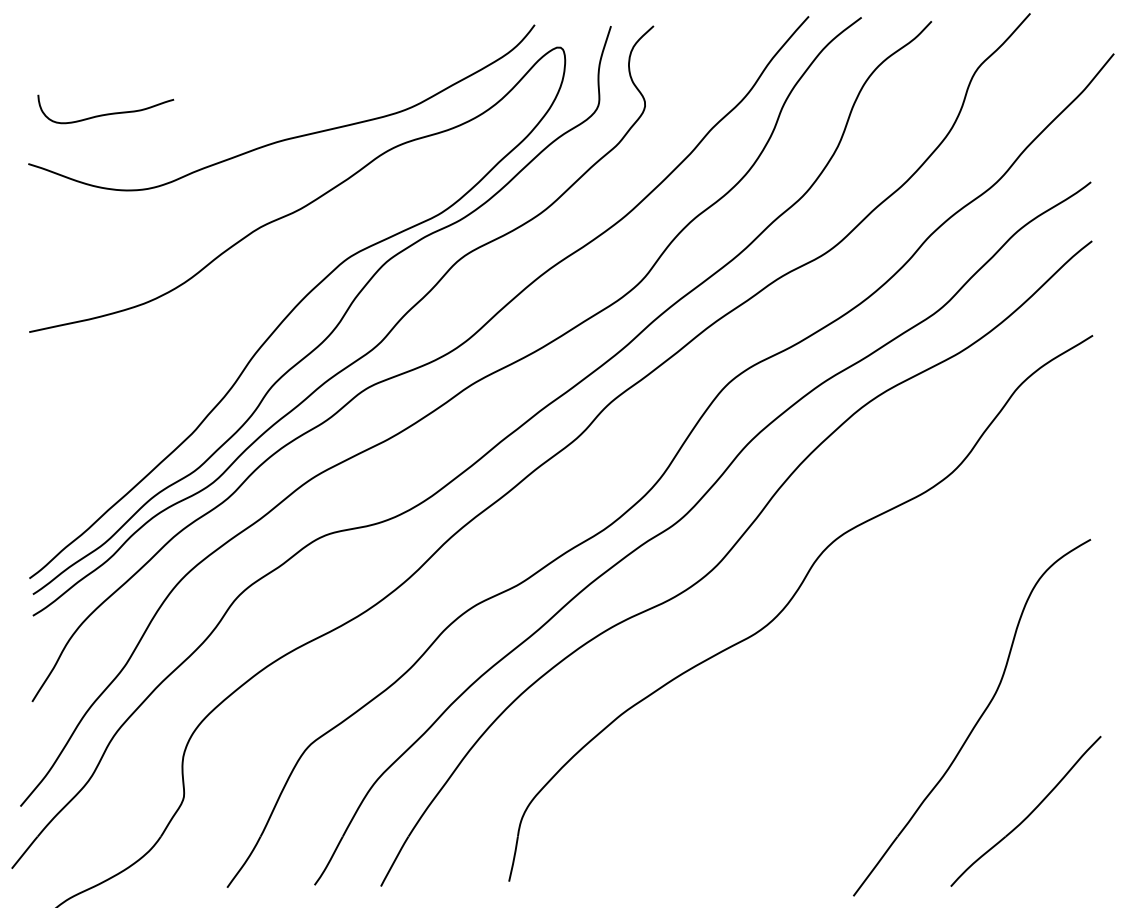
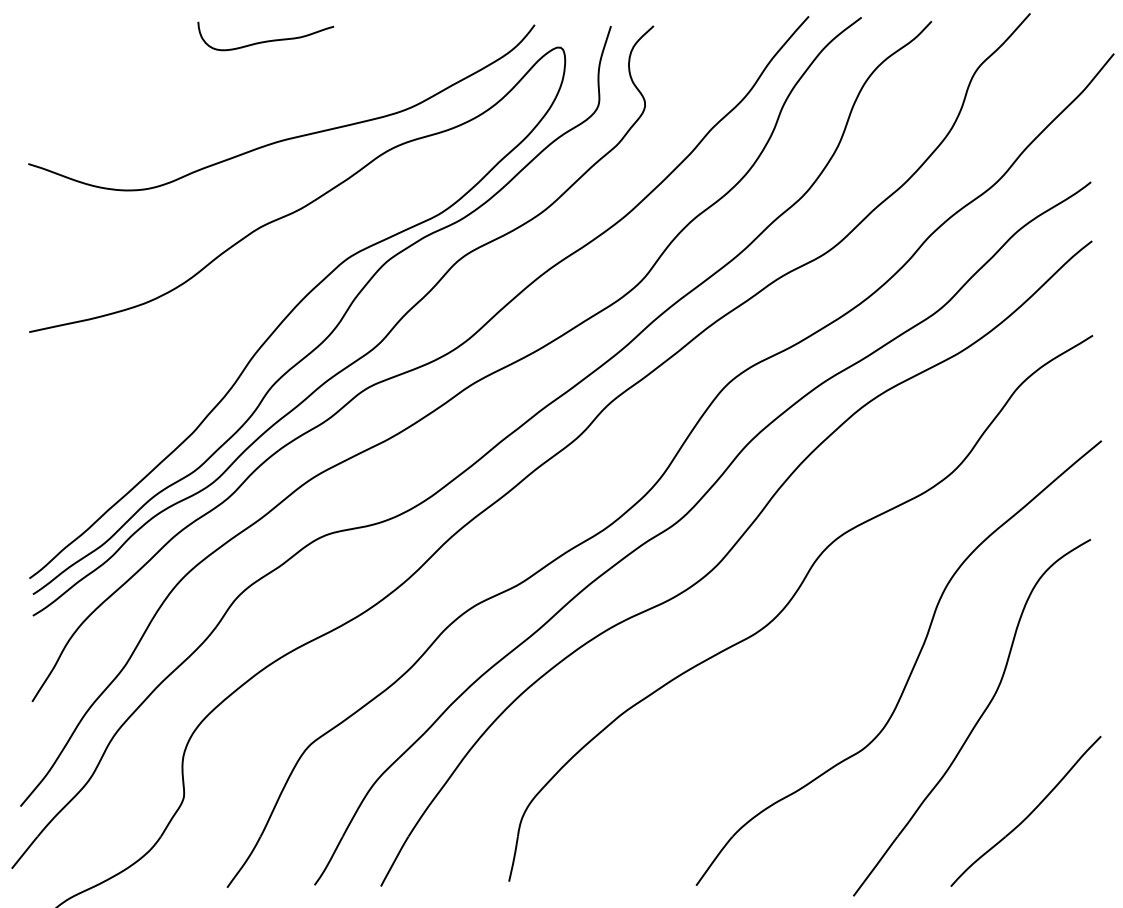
curve at (105, 113) position: (105, 113) -> (265, 40)
part at (911, 669): none -> present
